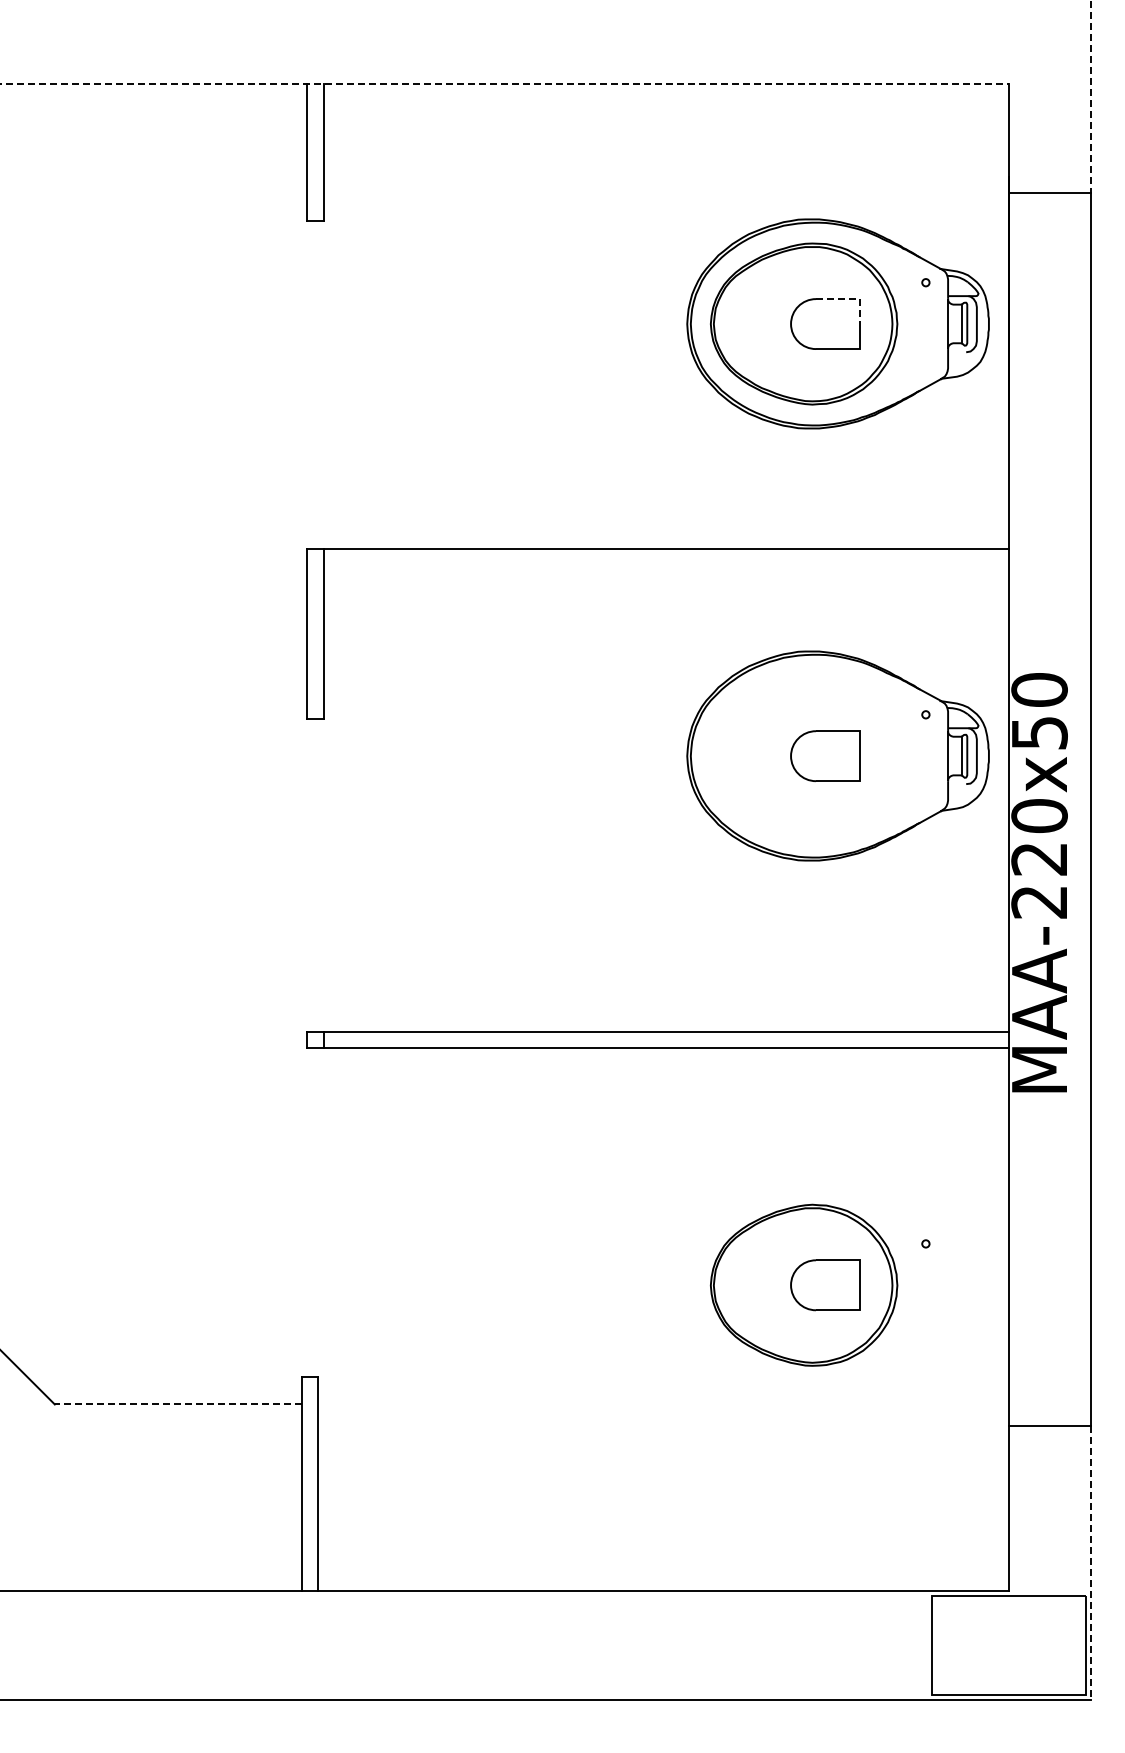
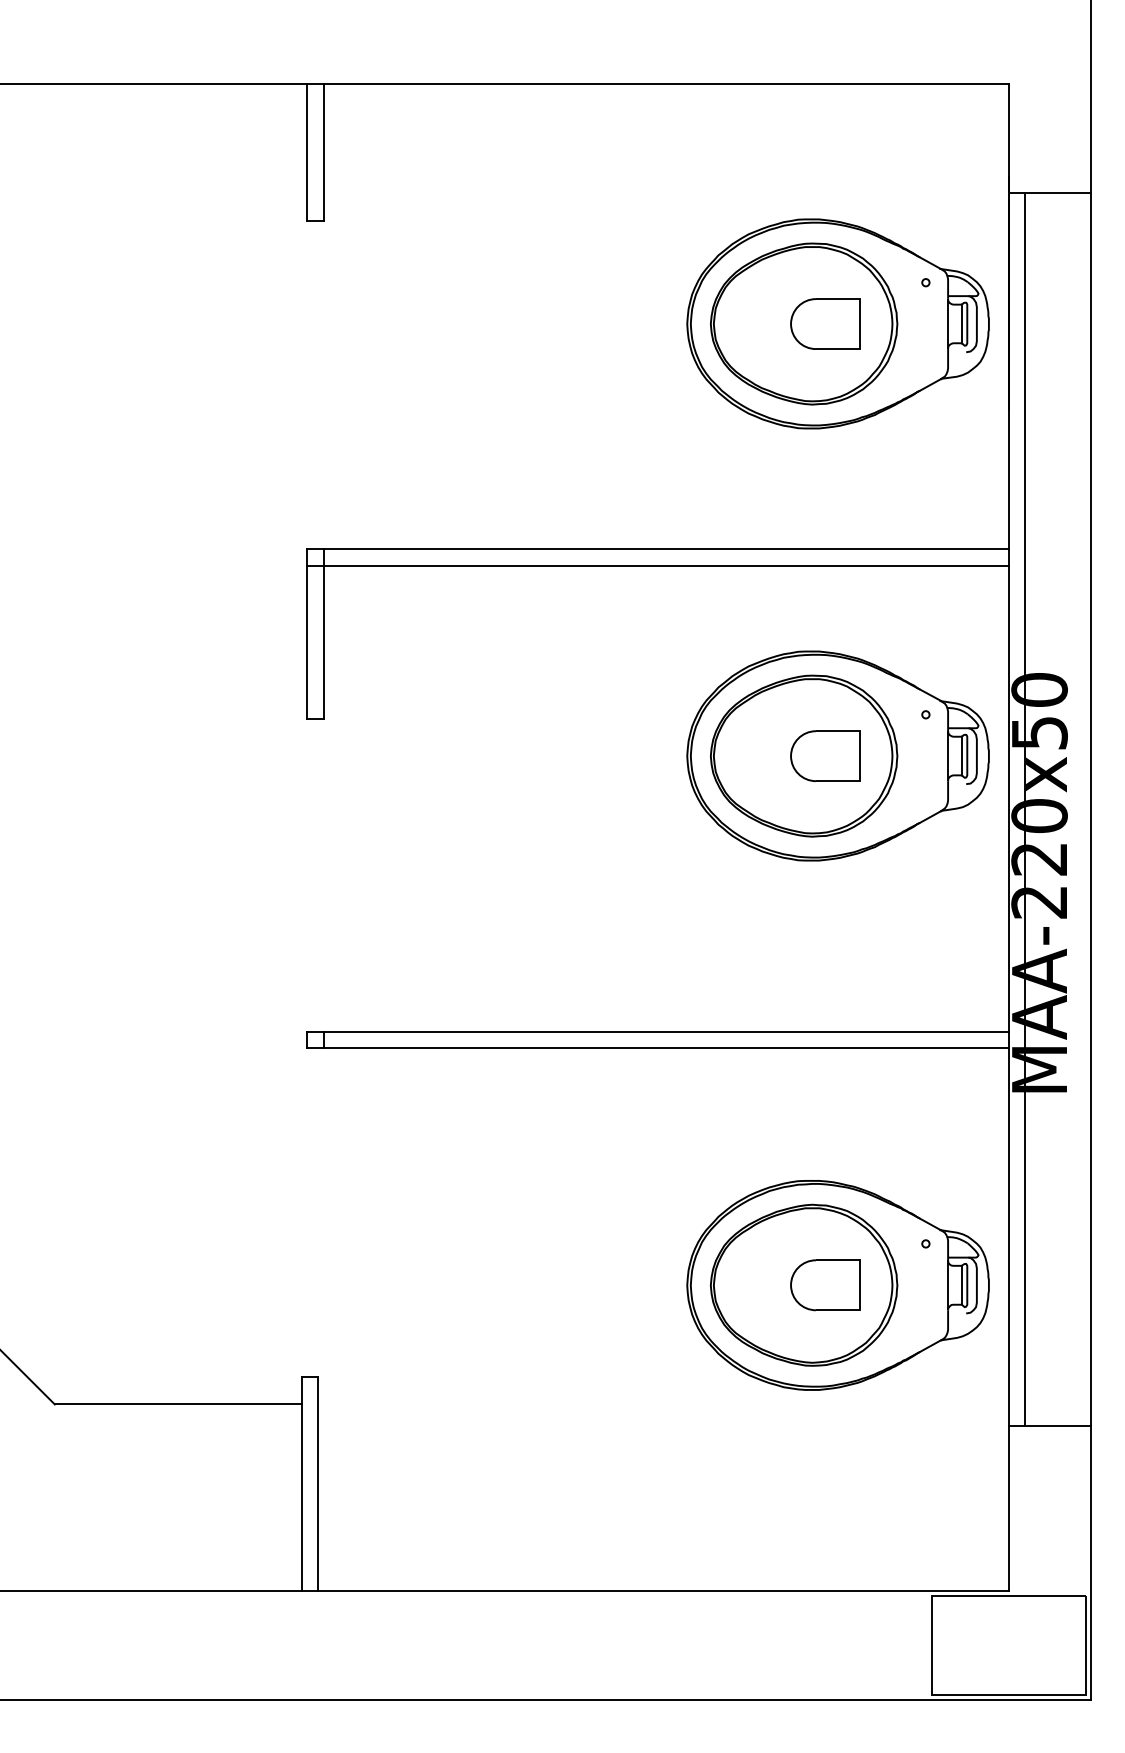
line at (505, 83): dashed -> solid
line at (1091, 97): dashed -> solid
line at (851, 298): dashed -> solid
line at (657, 565): none -> present
part at (804, 755): none -> present
line at (1025, 809): none -> present
part at (837, 1285): none -> present
line at (177, 1404): dashed -> solid
line at (1091, 1563): dashed -> solid
